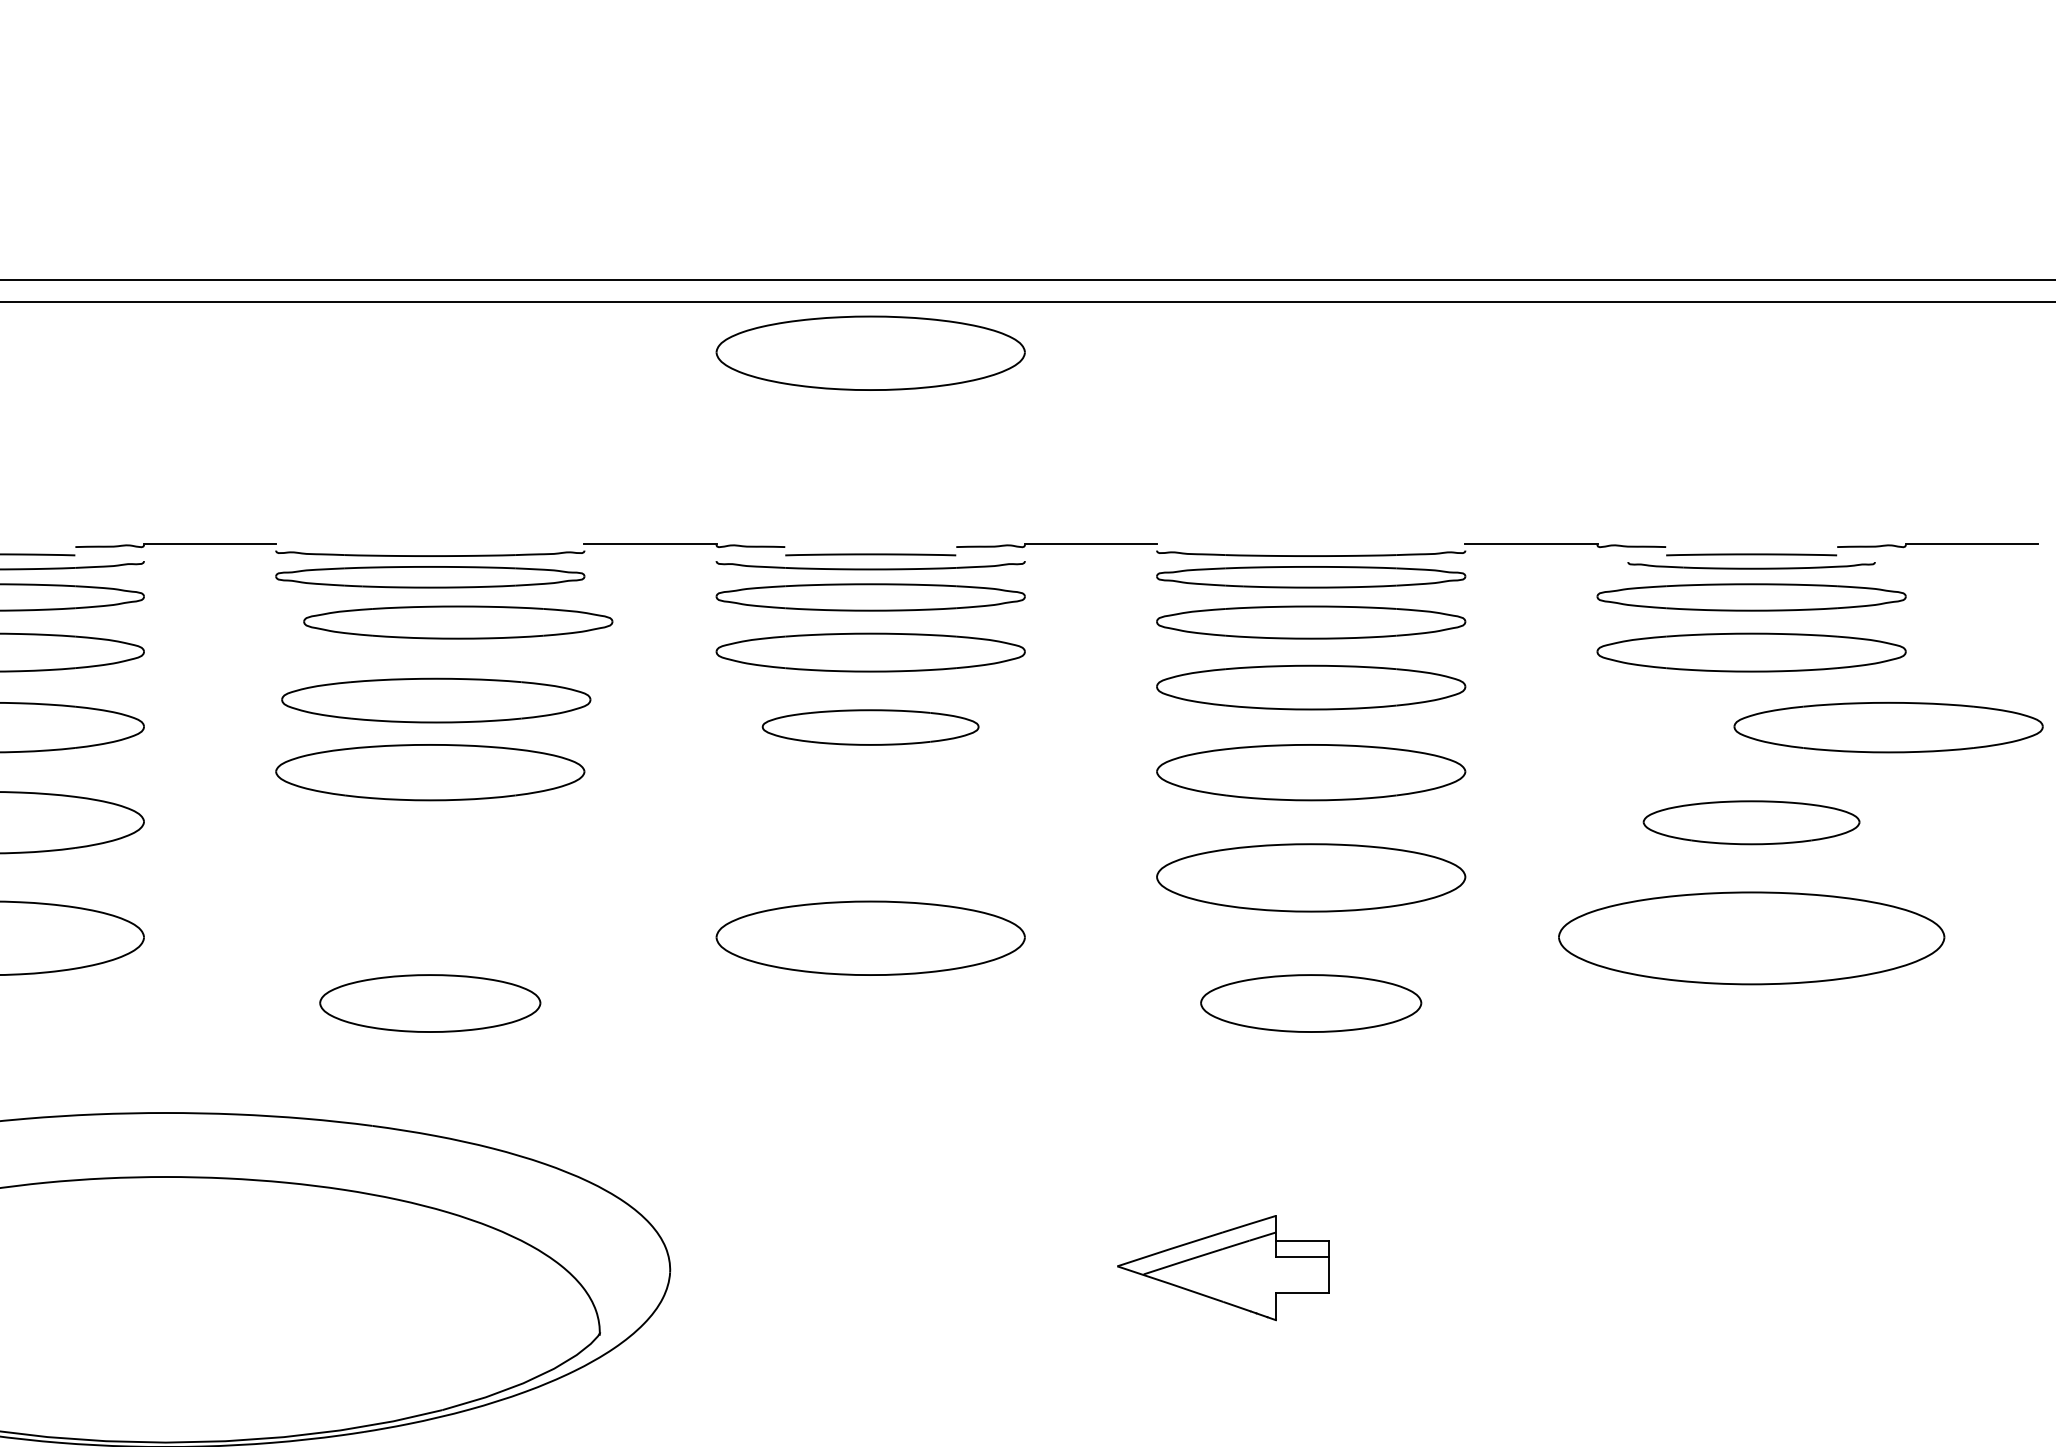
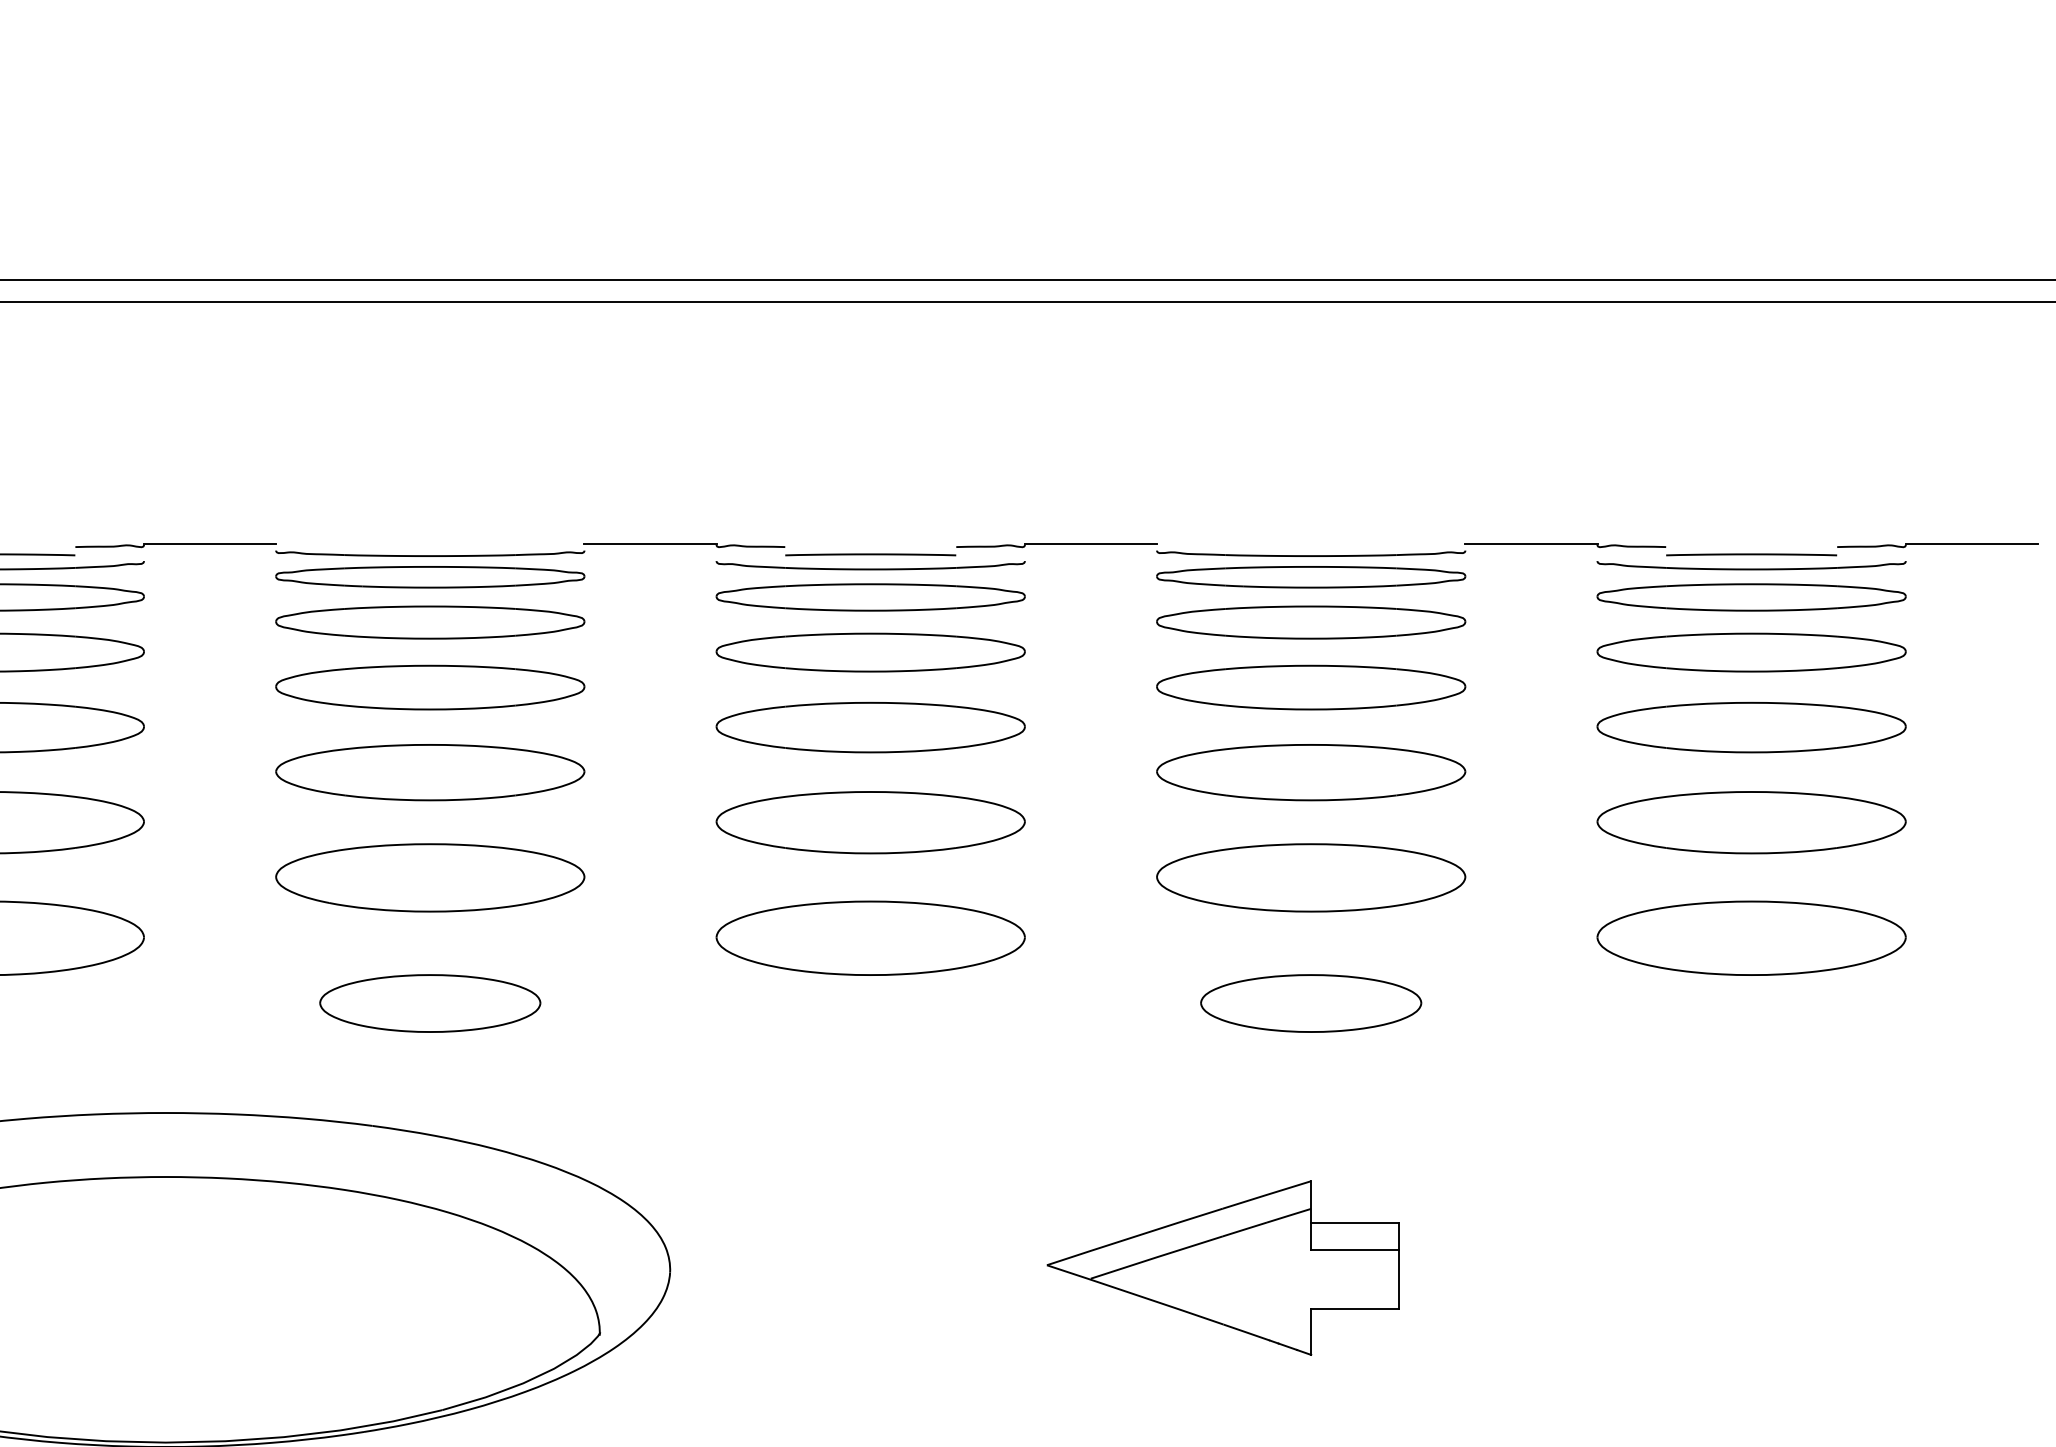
part at (870, 352): present -> none
part at (1751, 565) size: 249x8 px -> 311x10 px
part at (458, 622) position: (458, 622) -> (430, 622)
part at (436, 700) position: (436, 700) -> (430, 687)
part at (870, 727) size: 219x37 px -> 311x53 px
part at (1888, 727) position: (1888, 727) -> (1751, 727)
part at (870, 822): none -> present
part at (1751, 822) size: 219x46 px -> 311x64 px
part at (430, 877): none -> present
part at (1751, 938) size: 388x95 px -> 311x76 px
part at (1223, 1268) size: 213x107 px -> 354x176 px
